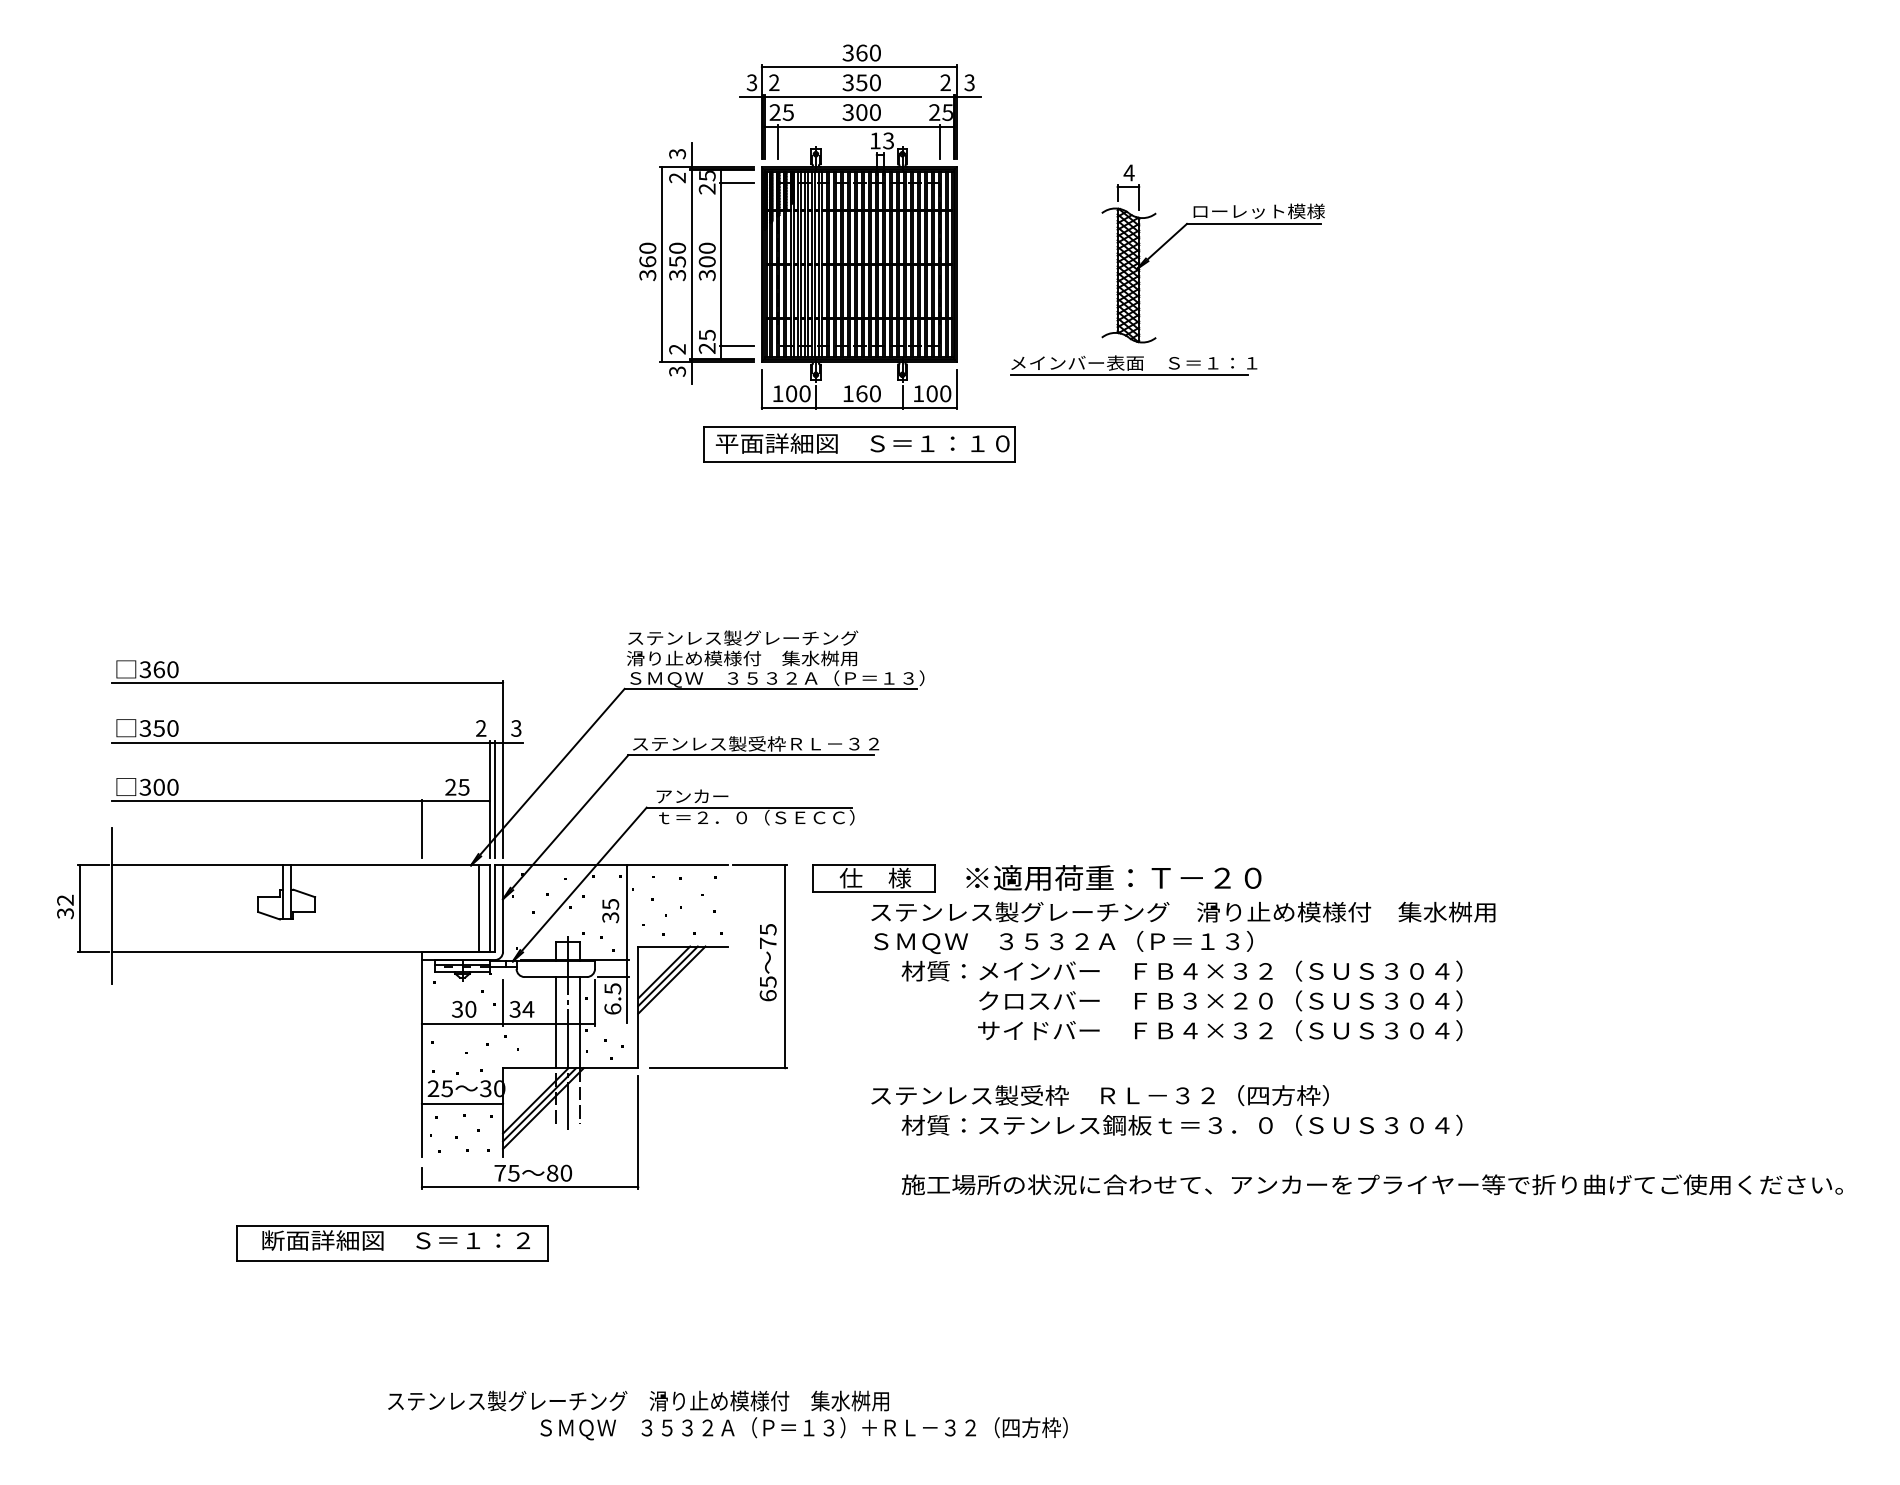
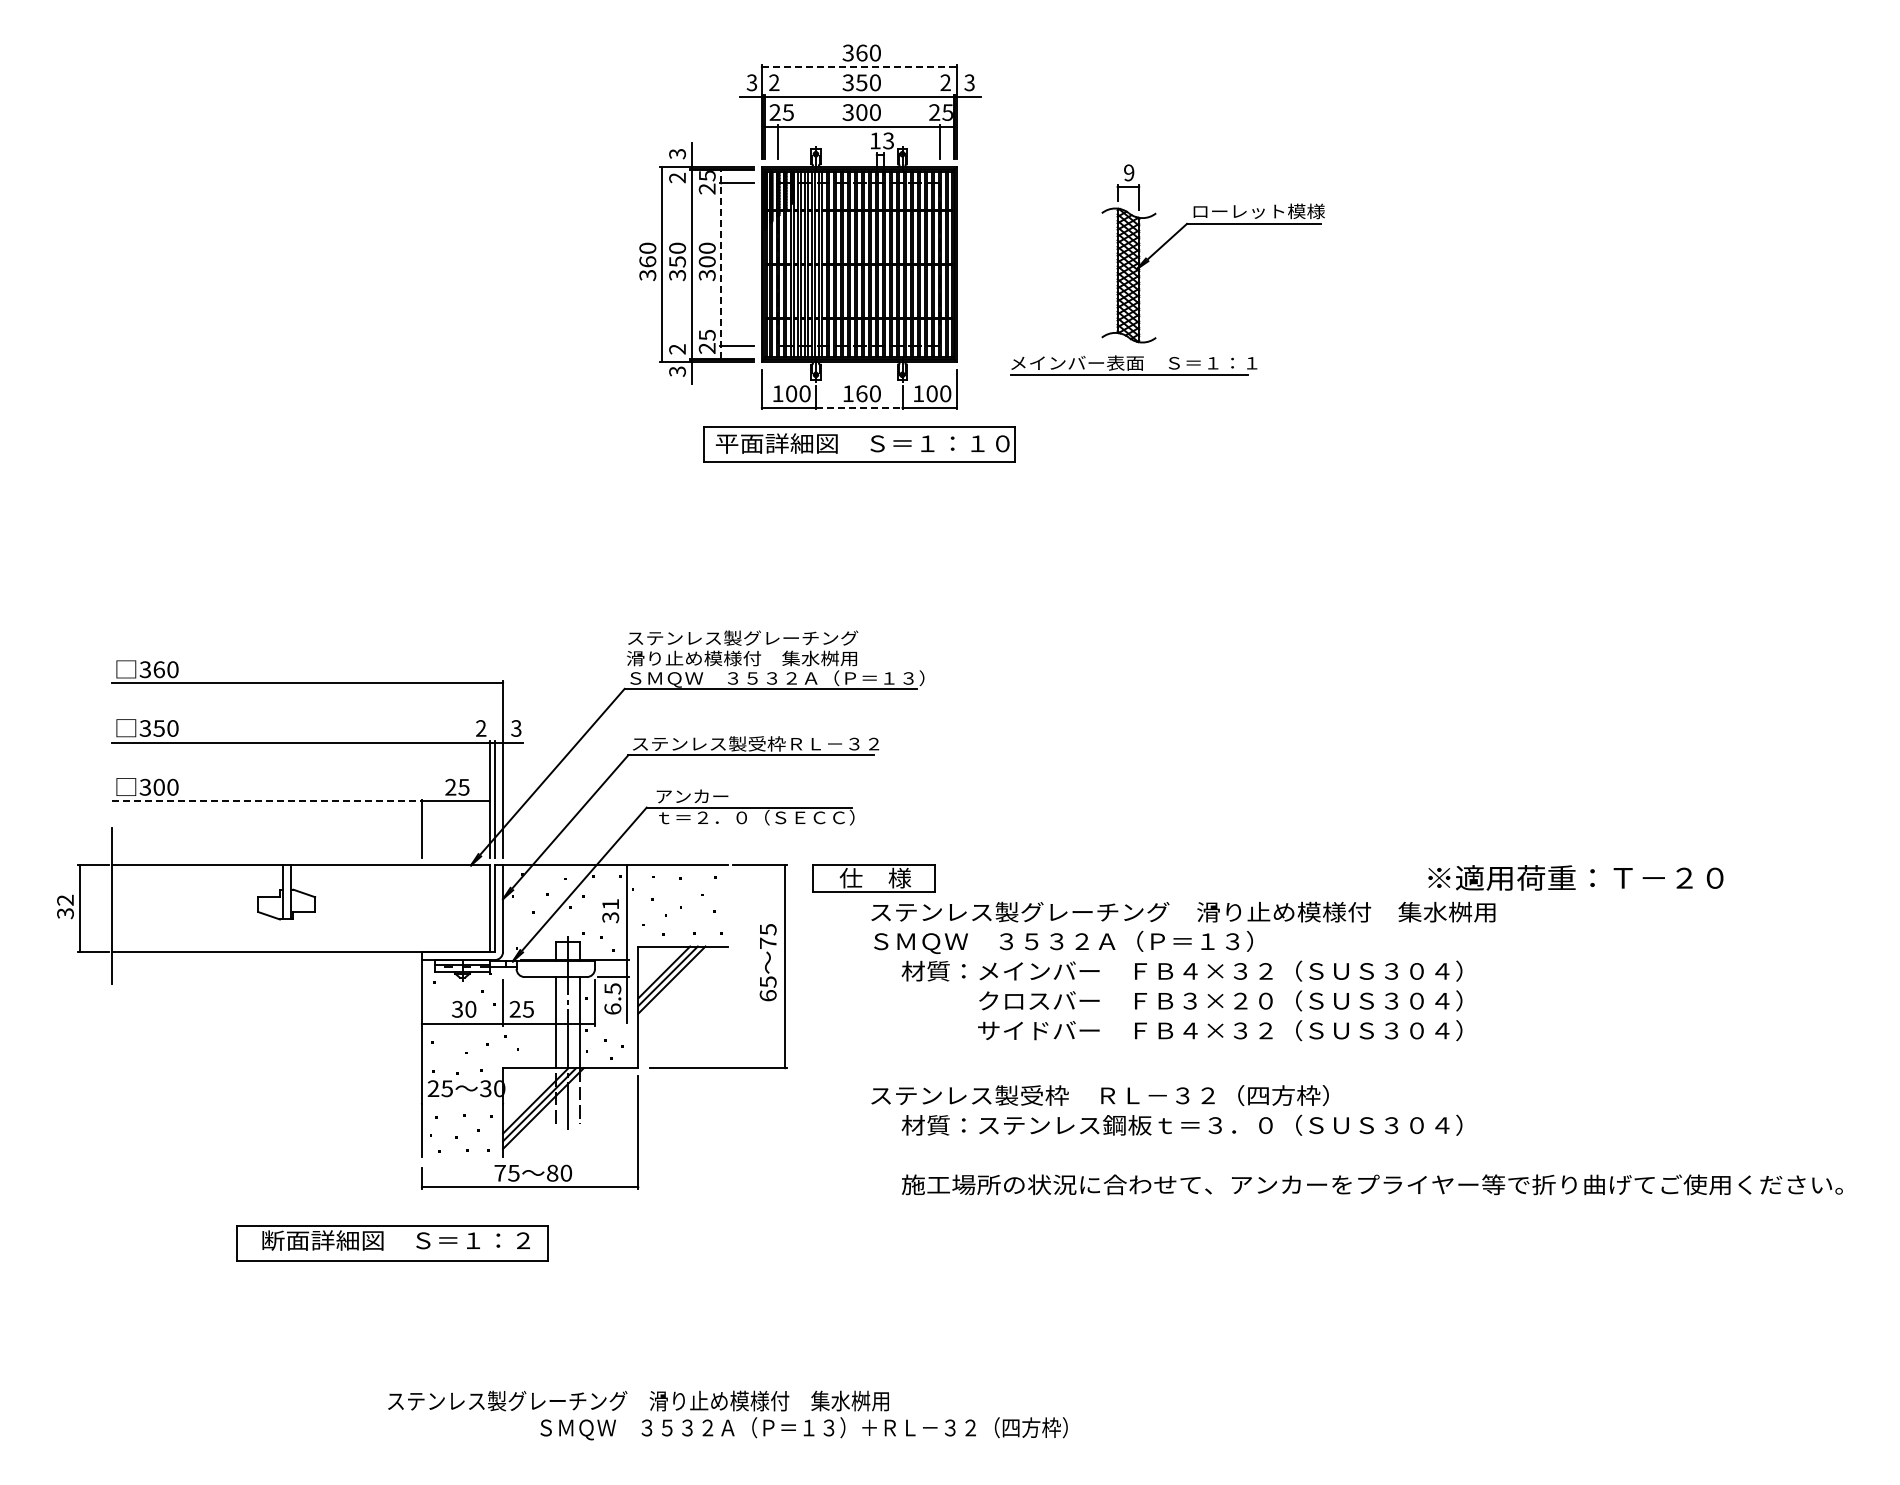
line at (859, 67): solid -> dashed
text at (1128, 172): 4 -> 9
line at (721, 264): solid -> dashed
line at (859, 407): solid -> dashed
line at (267, 801): solid -> dashed
text at (1113, 877) position: (1113, 877) -> (1575, 877)
text at (610, 904): 35 -> 31
line at (478, 908): present -> none
text at (521, 1009): 34 -> 25
line at (462, 1103): present -> none
